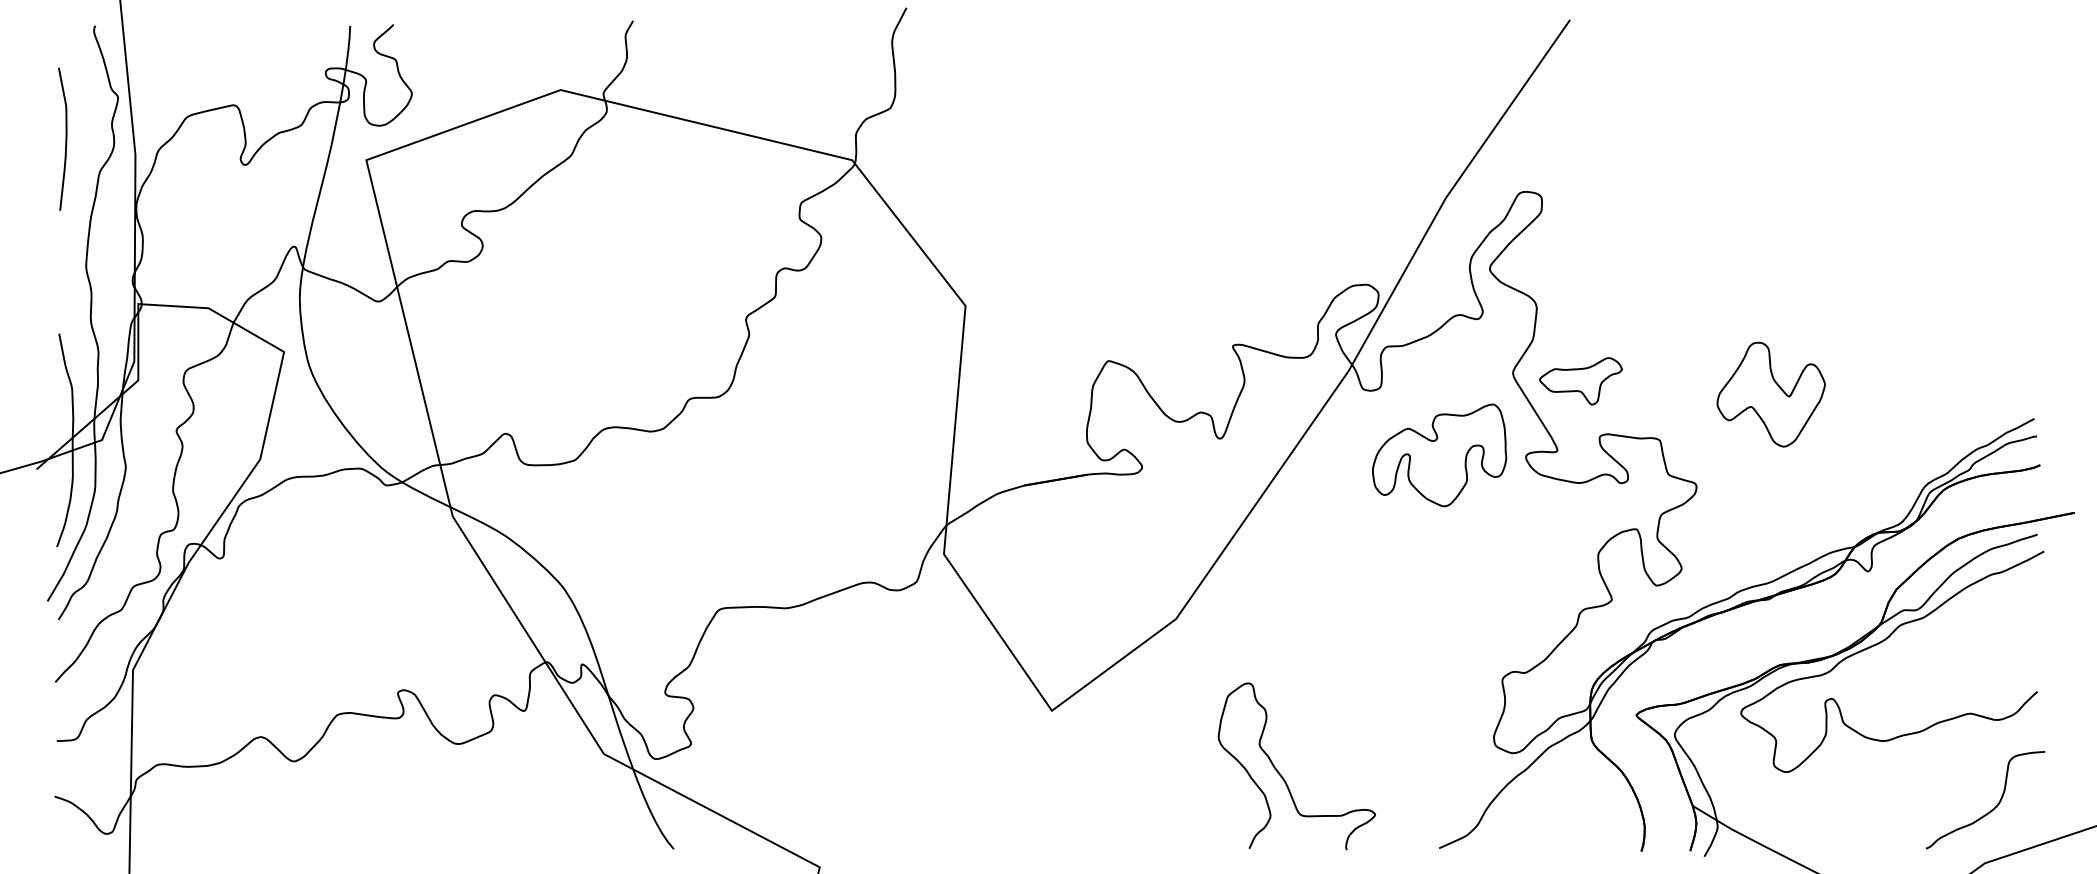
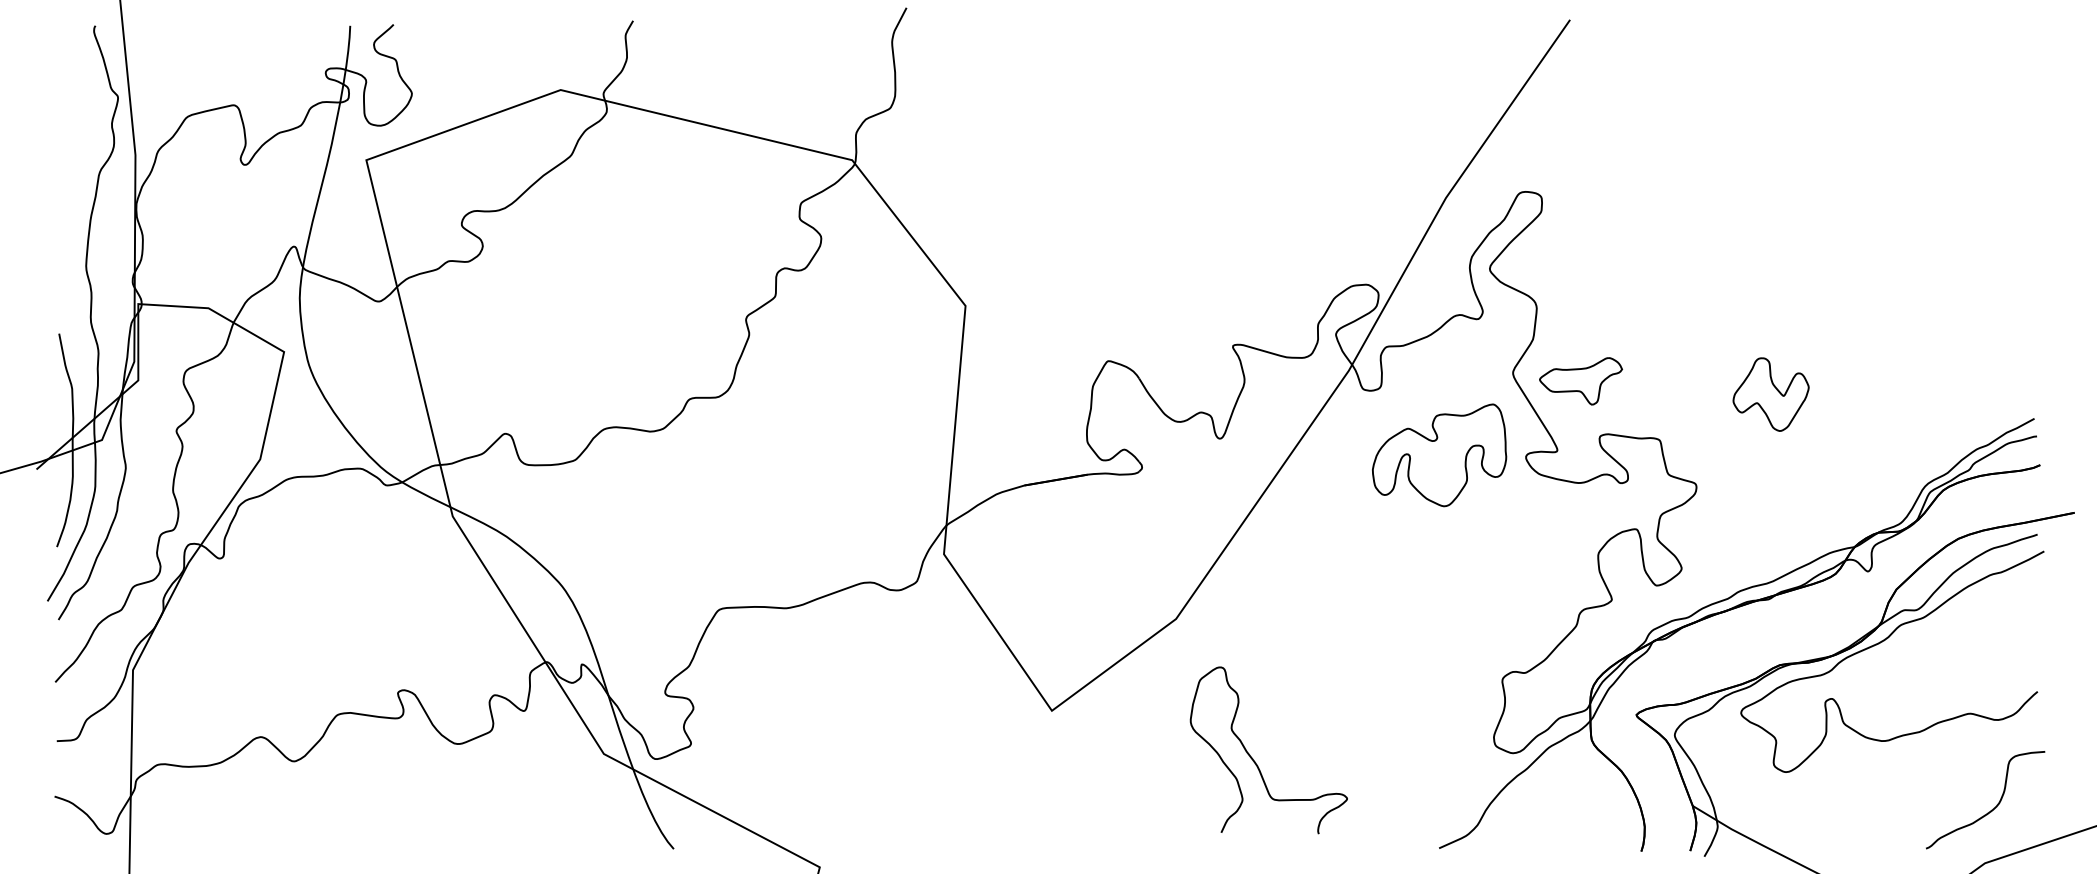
curve at (65, 138): present -> none
part at (1770, 394) size: 110x107 px -> 78x75 px
curve at (1281, 774) position: (1281, 774) -> (1253, 758)
